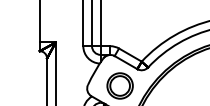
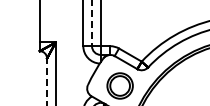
line at (92, 23): solid -> dashed
line at (47, 81): solid -> dashed
